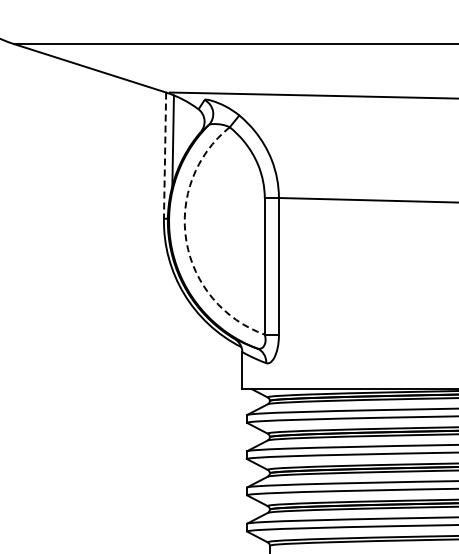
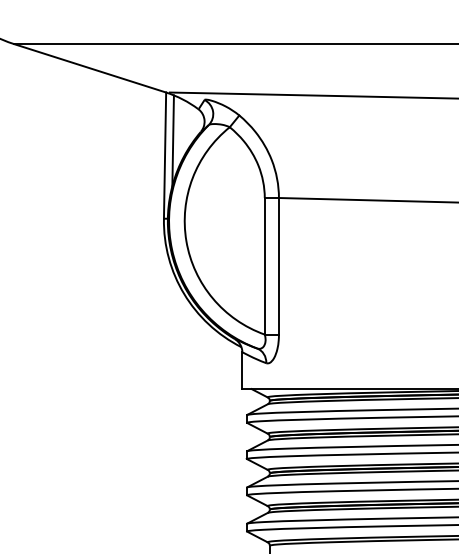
line at (165, 156): dashed -> solid
arc at (186, 241): dashed -> solid
